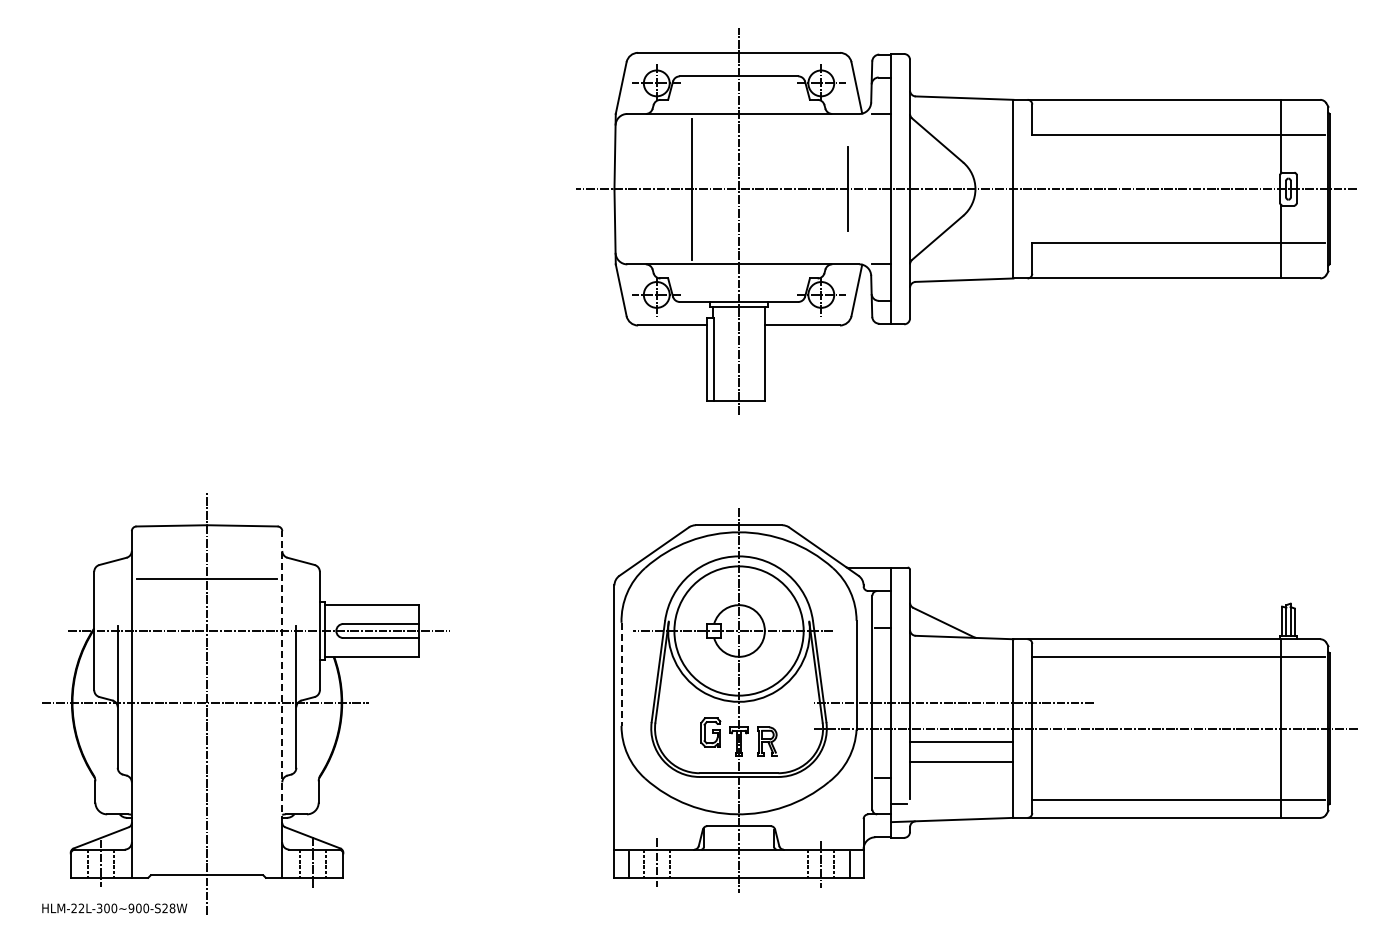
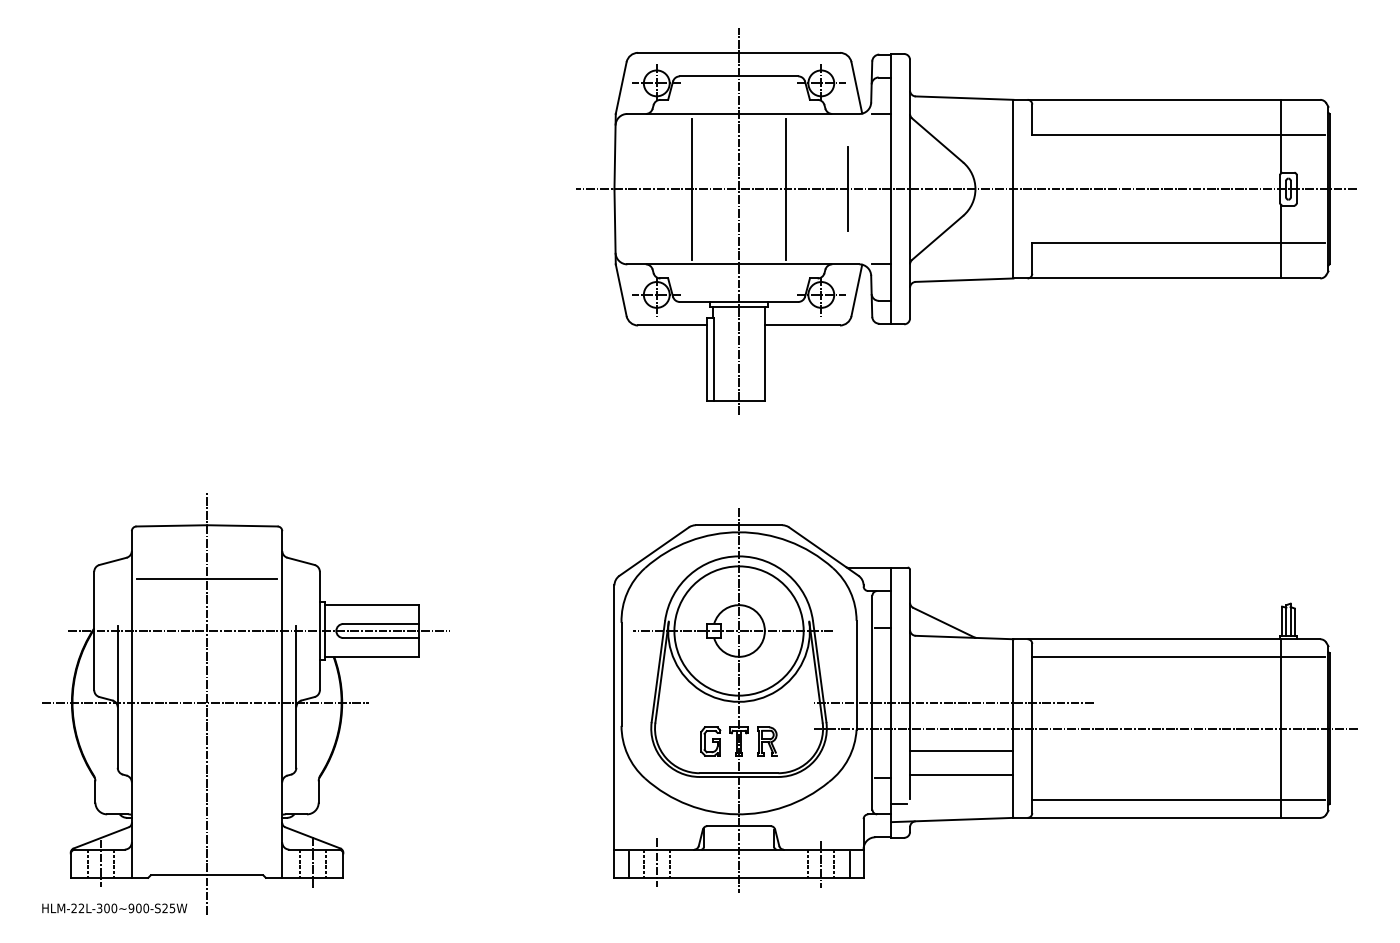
line at (786, 188): none -> present
line at (621, 674): dashed -> solid
line at (282, 677): dashed -> solid
part at (710, 732) position: (710, 732) -> (710, 741)
line at (961, 741) position: (961, 741) -> (961, 750)
line at (961, 761) position: (961, 761) -> (961, 774)
text at (172, 908): HLM-22L-300~900-S28W -> HLM-22L-300~900-S25W
